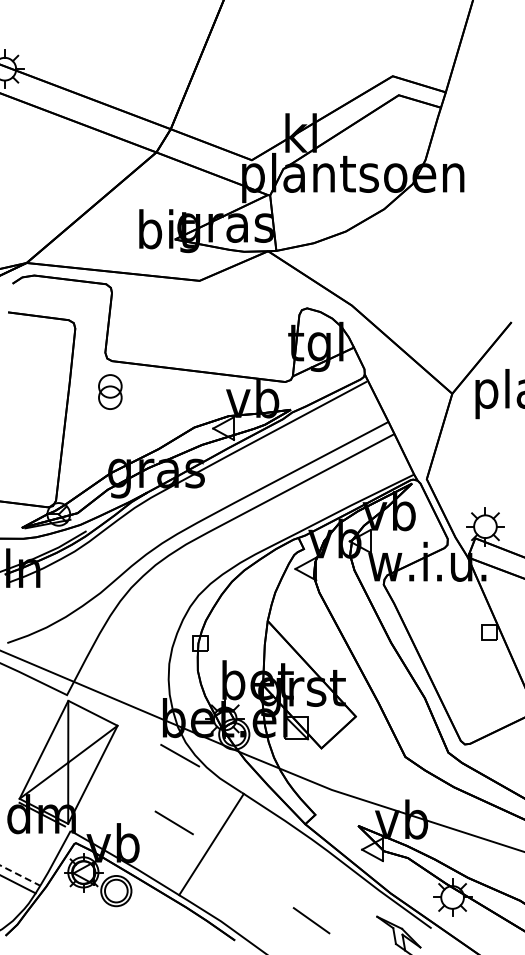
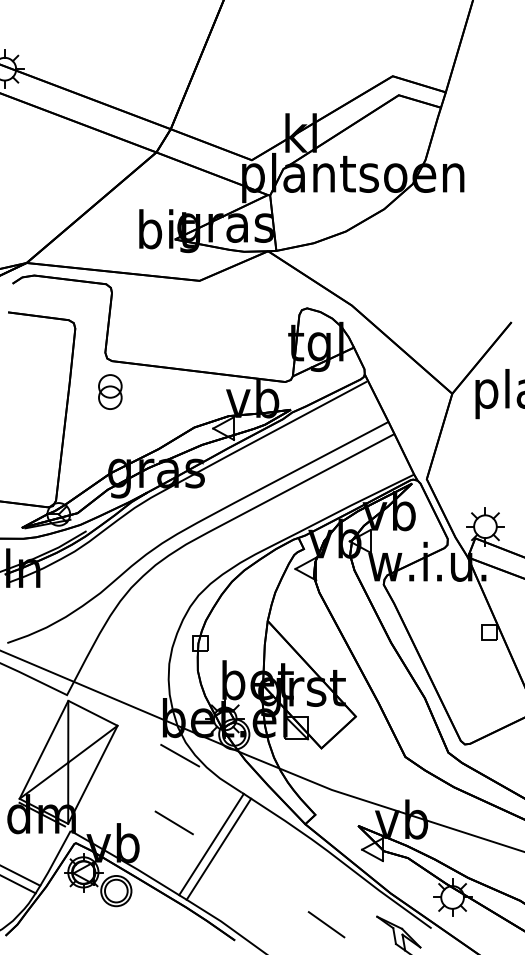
line at (218, 848): none -> present
line at (20, 875): dashed -> solid
line at (311, 920) position: (311, 920) -> (326, 924)
